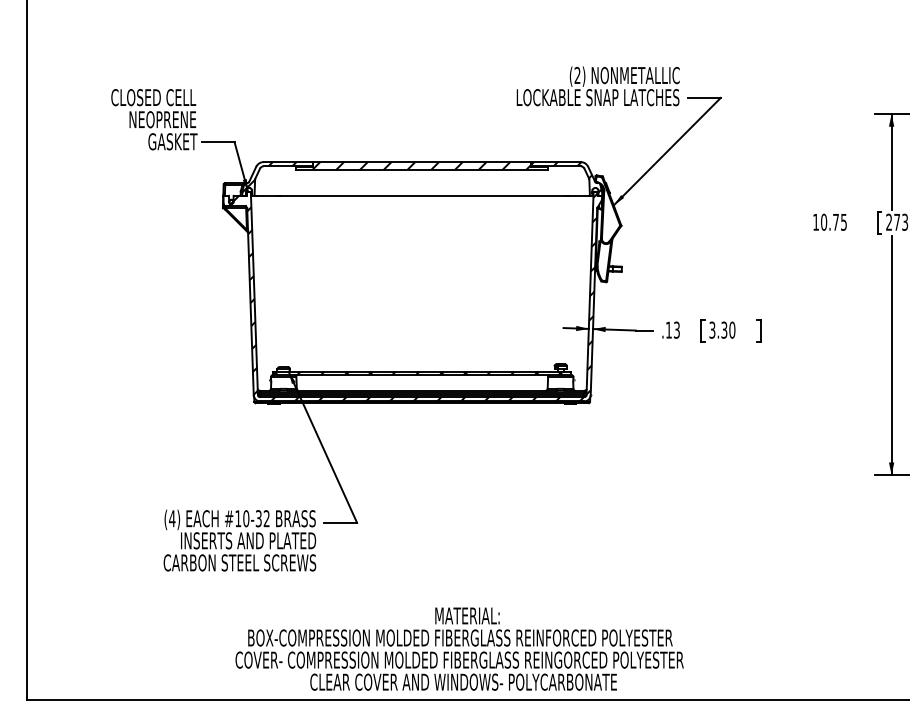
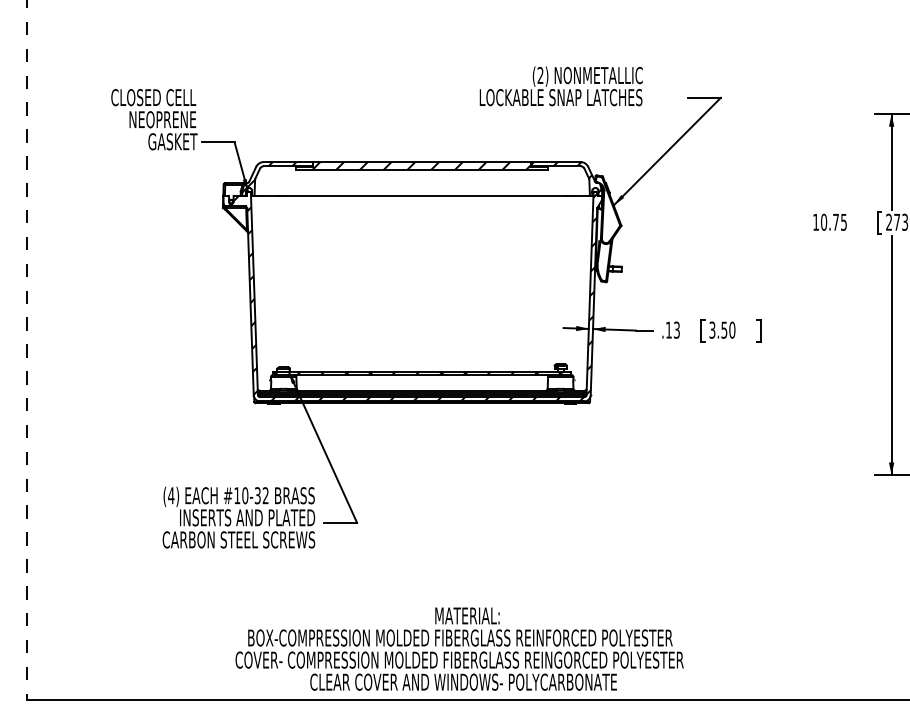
text at (597, 86) position: (597, 86) -> (560, 86)
text at (724, 329): 3.30 -> 3.50
line at (27, 350): solid -> dashed
text at (239, 540) position: (239, 540) -> (238, 517)
